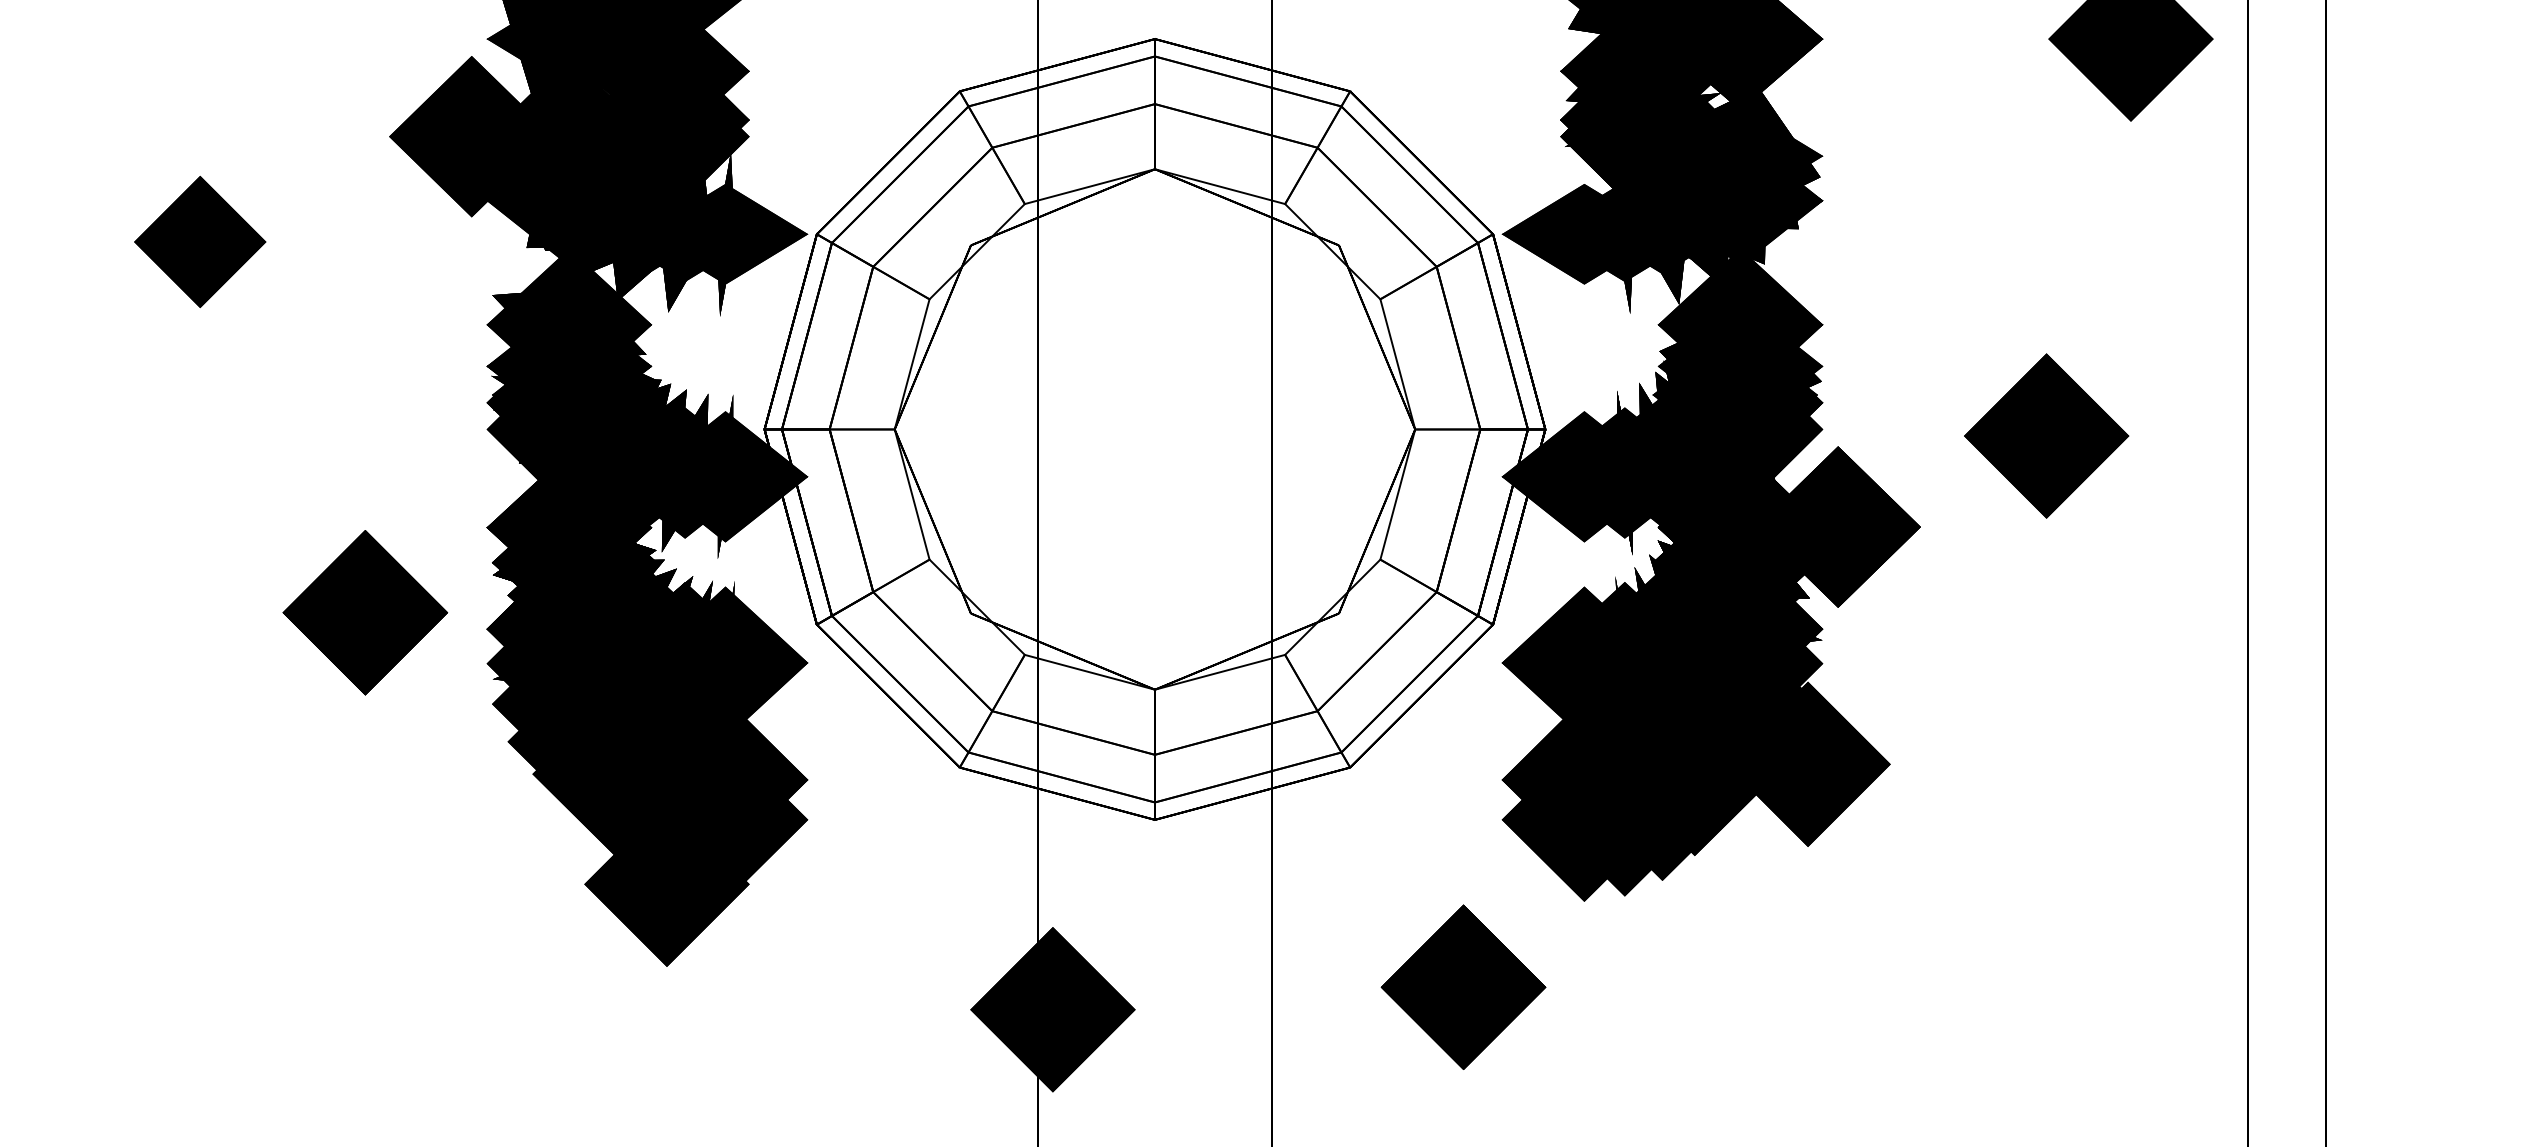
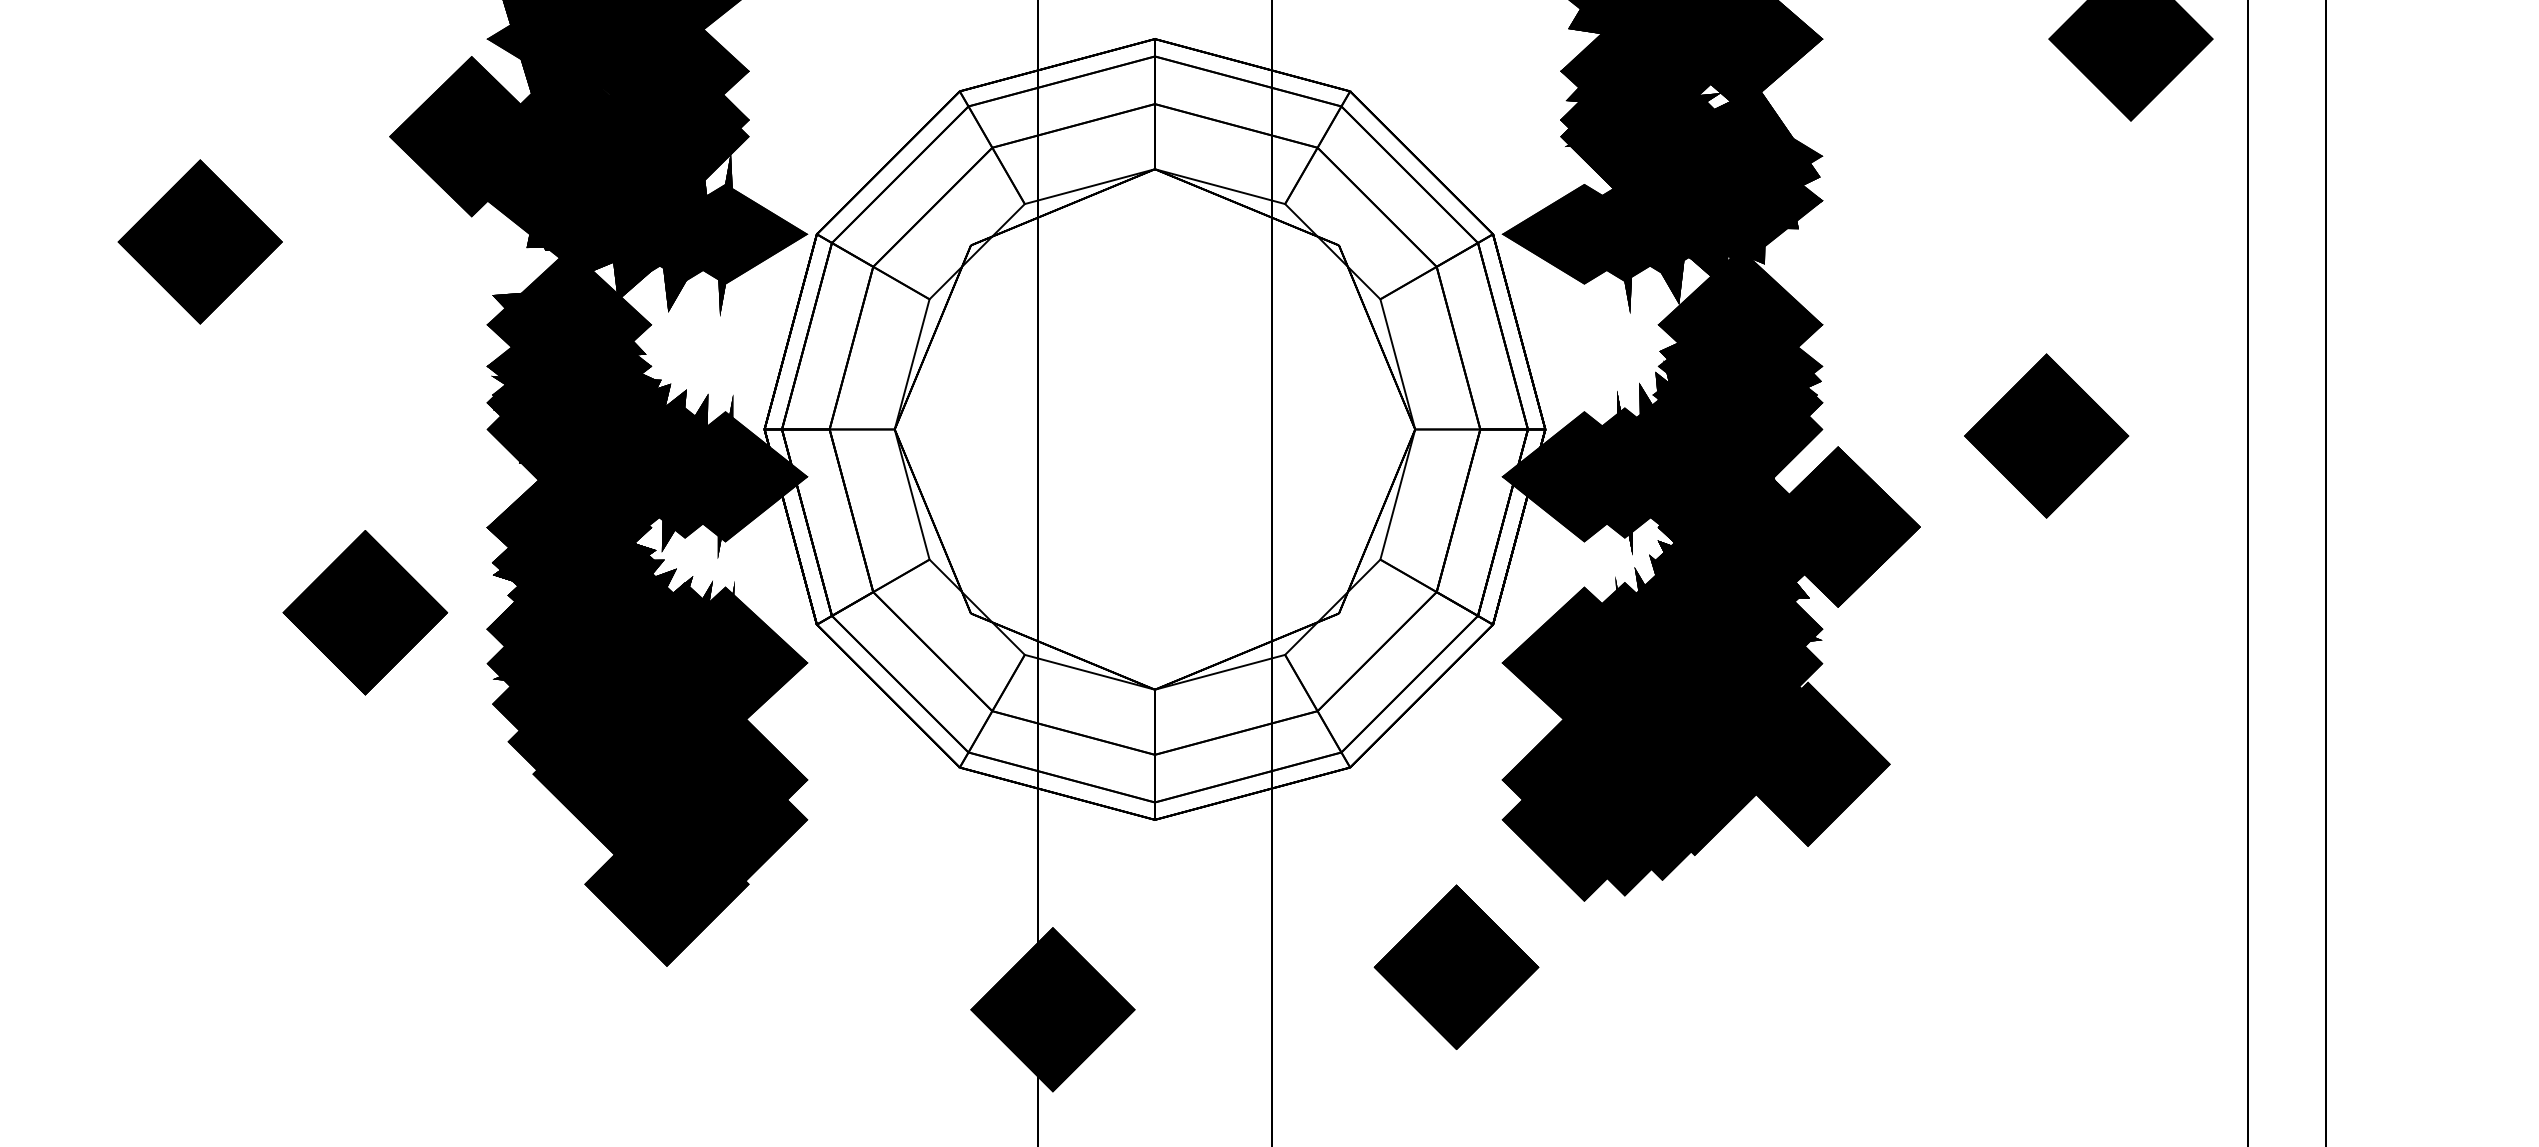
part at (200, 241) size: 133x133 px -> 166x166 px
part at (1463, 986) position: (1463, 986) -> (1456, 966)
